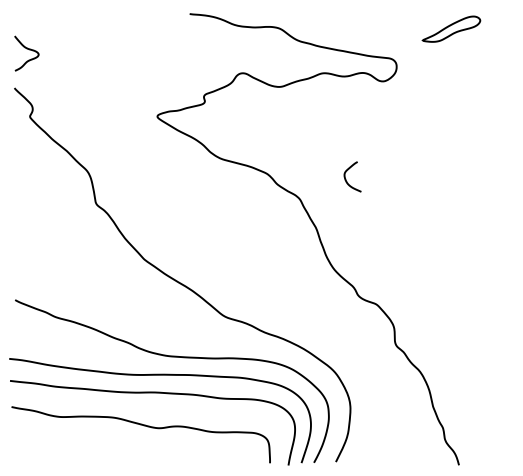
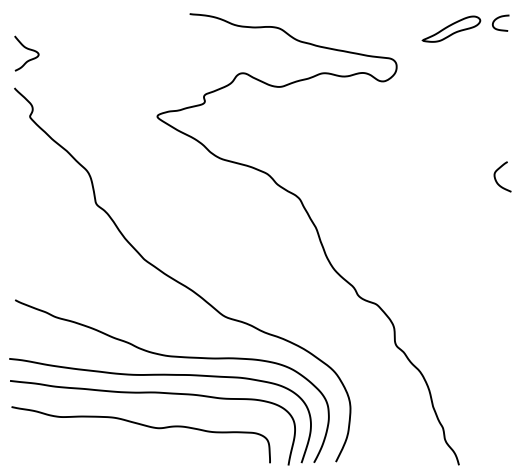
curve at (499, 18): none -> present
curve at (346, 179) position: (346, 179) -> (496, 179)
